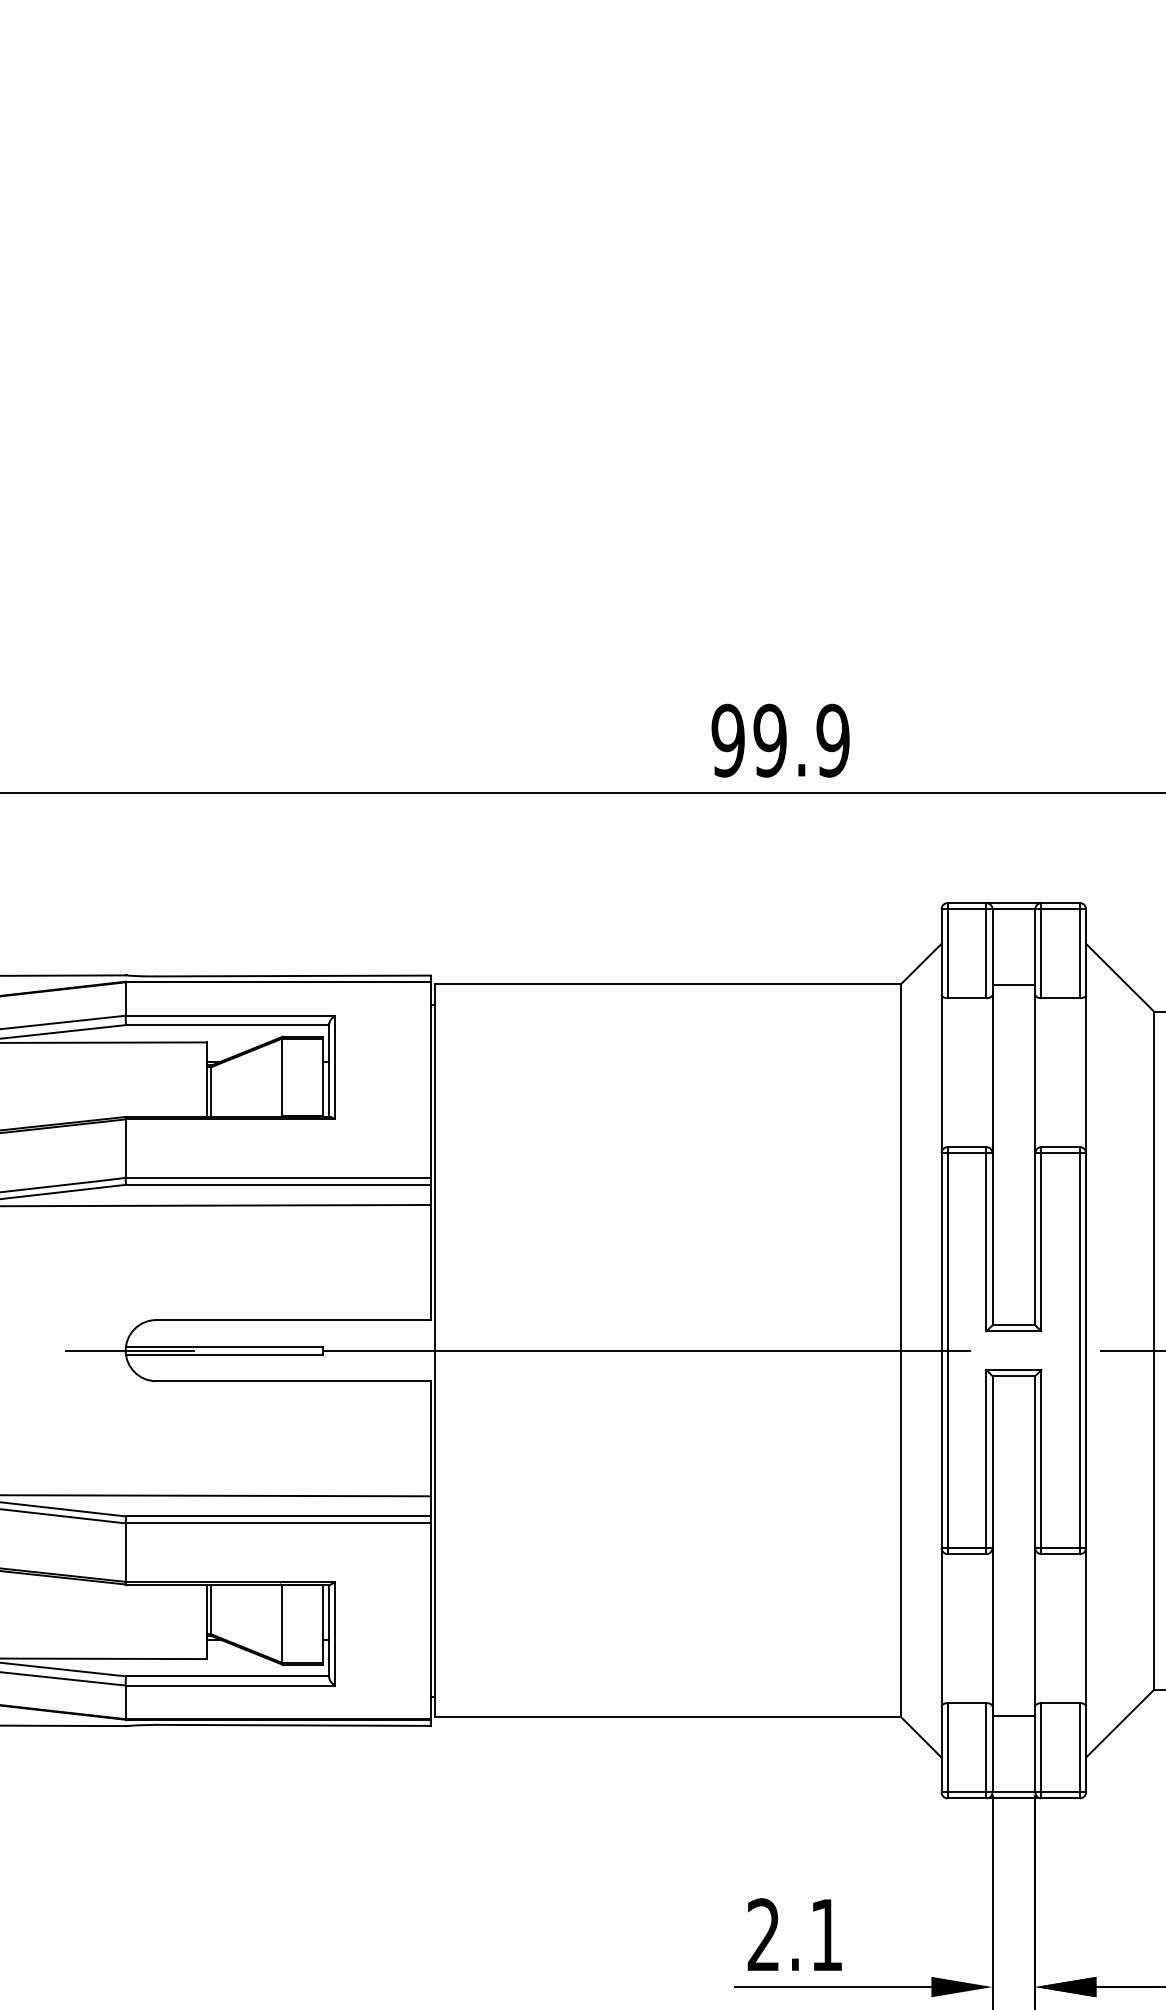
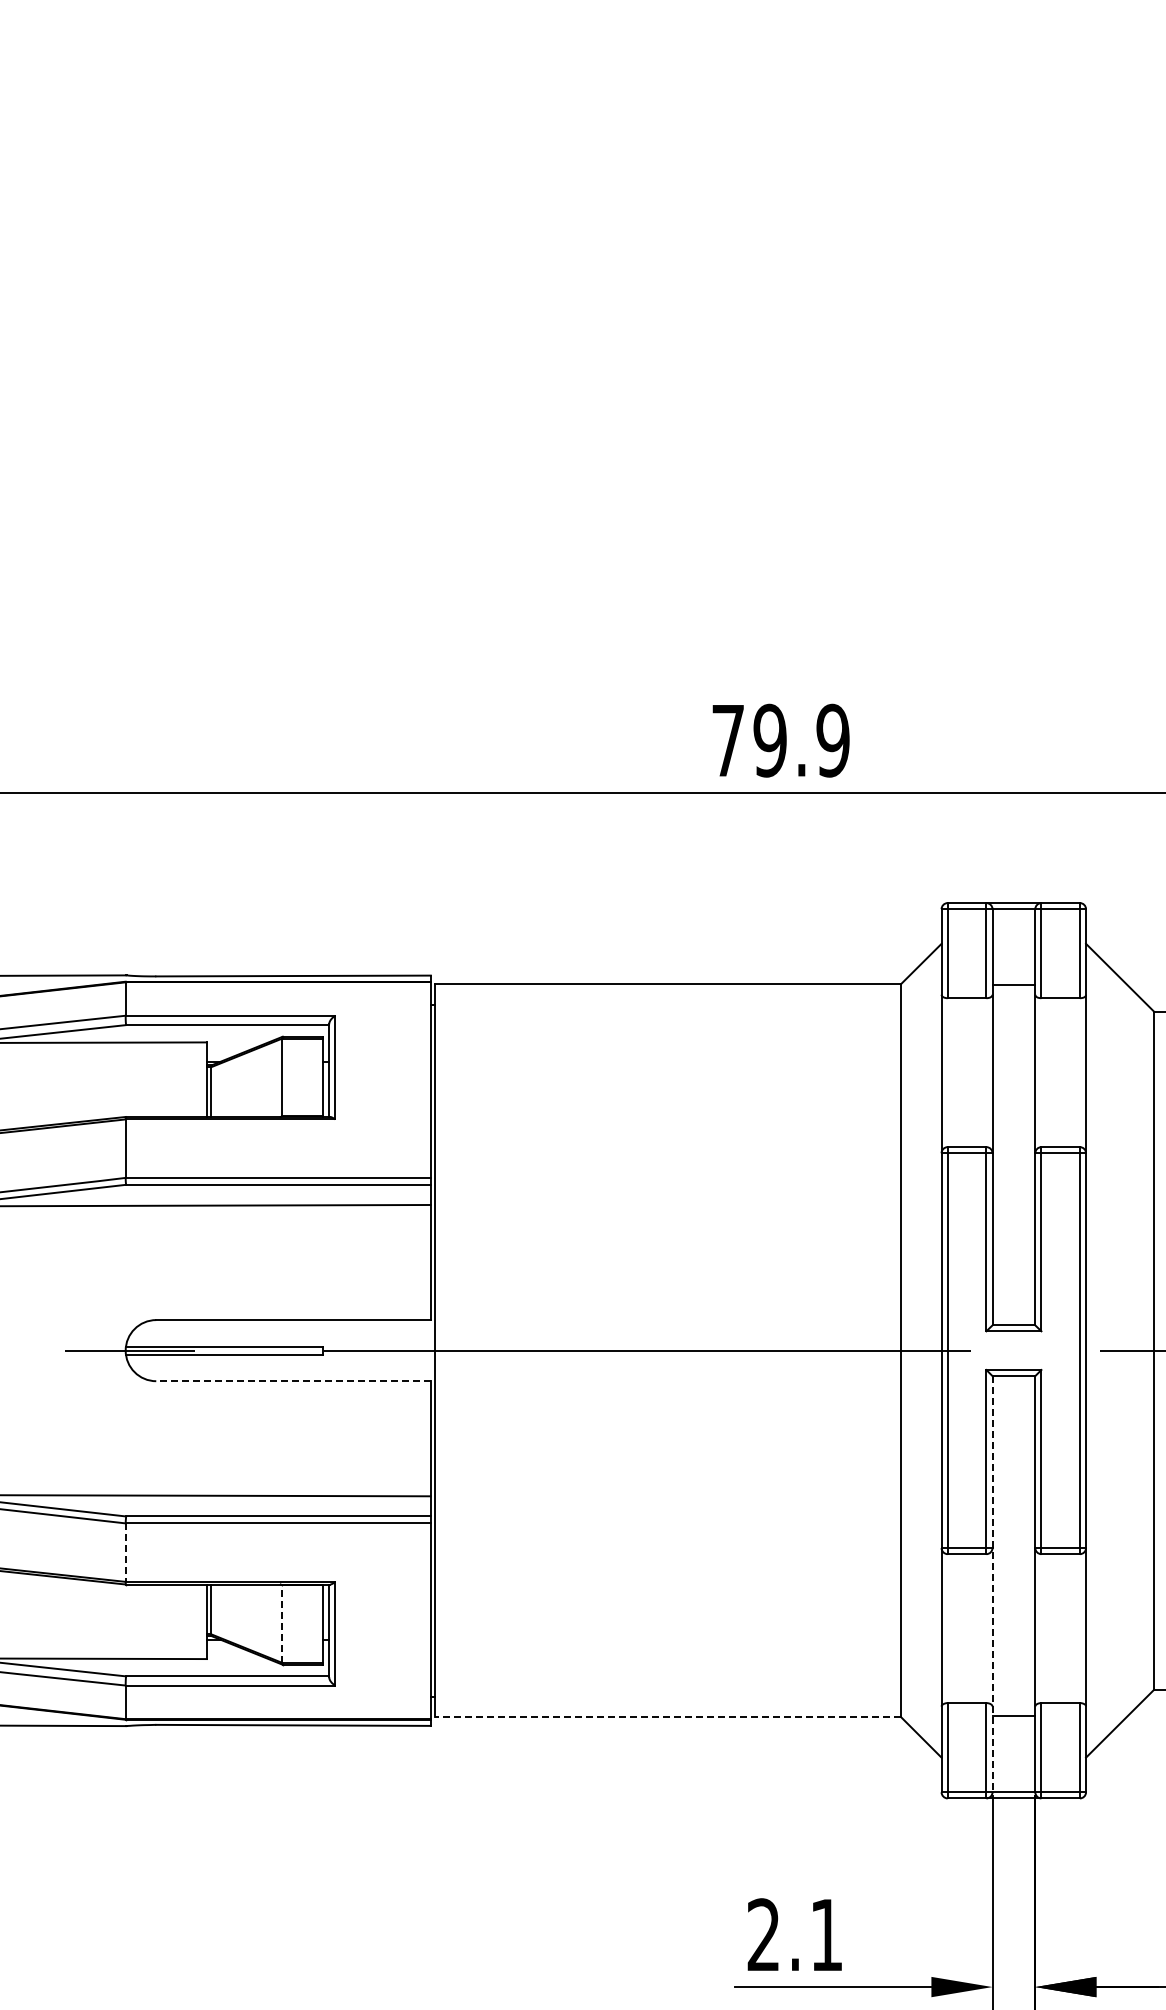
text at (727, 740): 99.9 -> 79.9
line at (293, 1381): solid -> dashed
line at (125, 1553): solid -> dashed
line at (992, 1584): solid -> dashed
line at (282, 1624): solid -> dashed
line at (667, 1716): solid -> dashed
